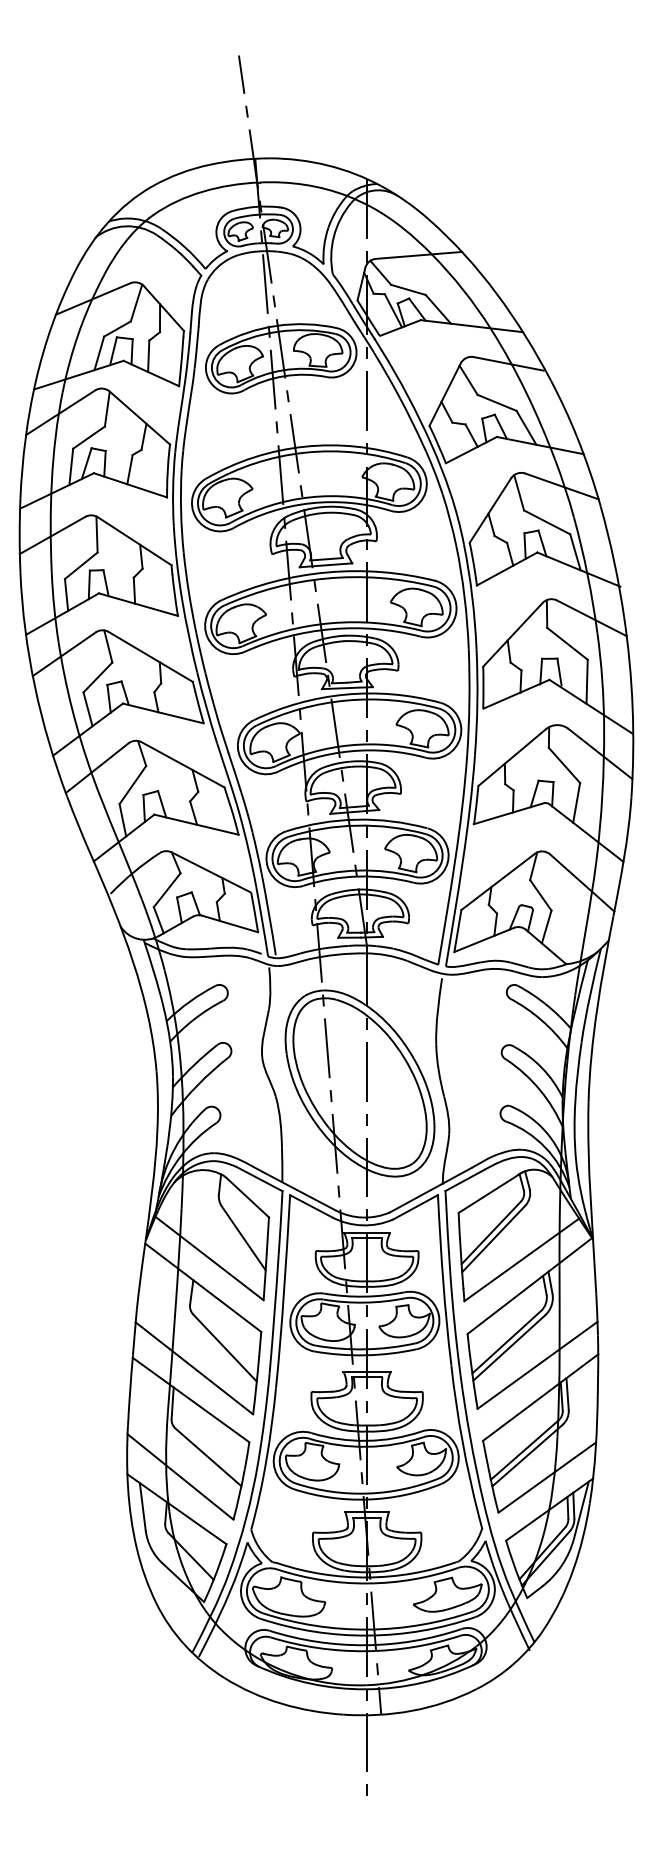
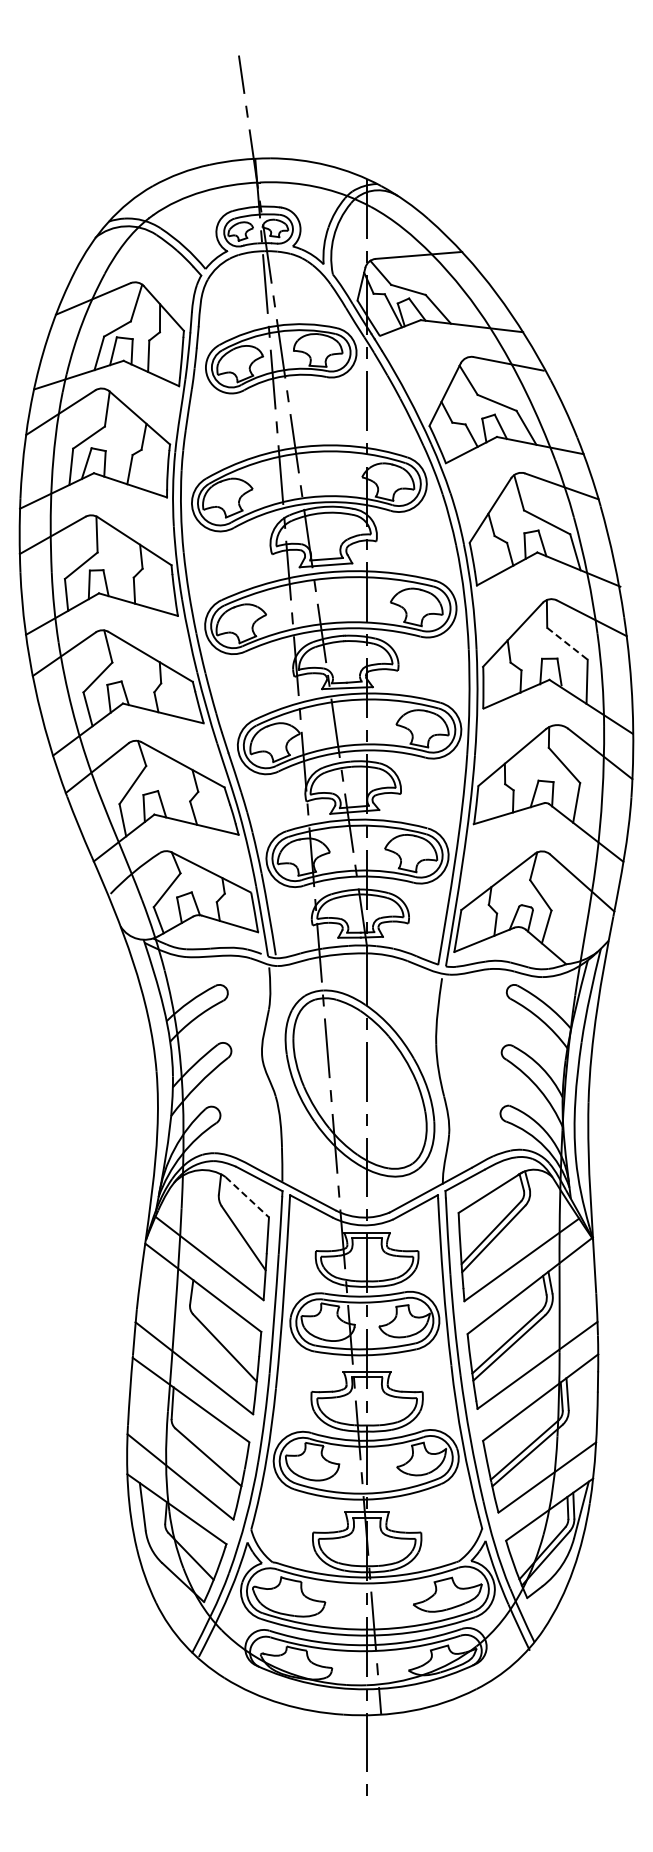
line at (567, 643): solid -> dashed
line at (247, 1197): solid -> dashed
